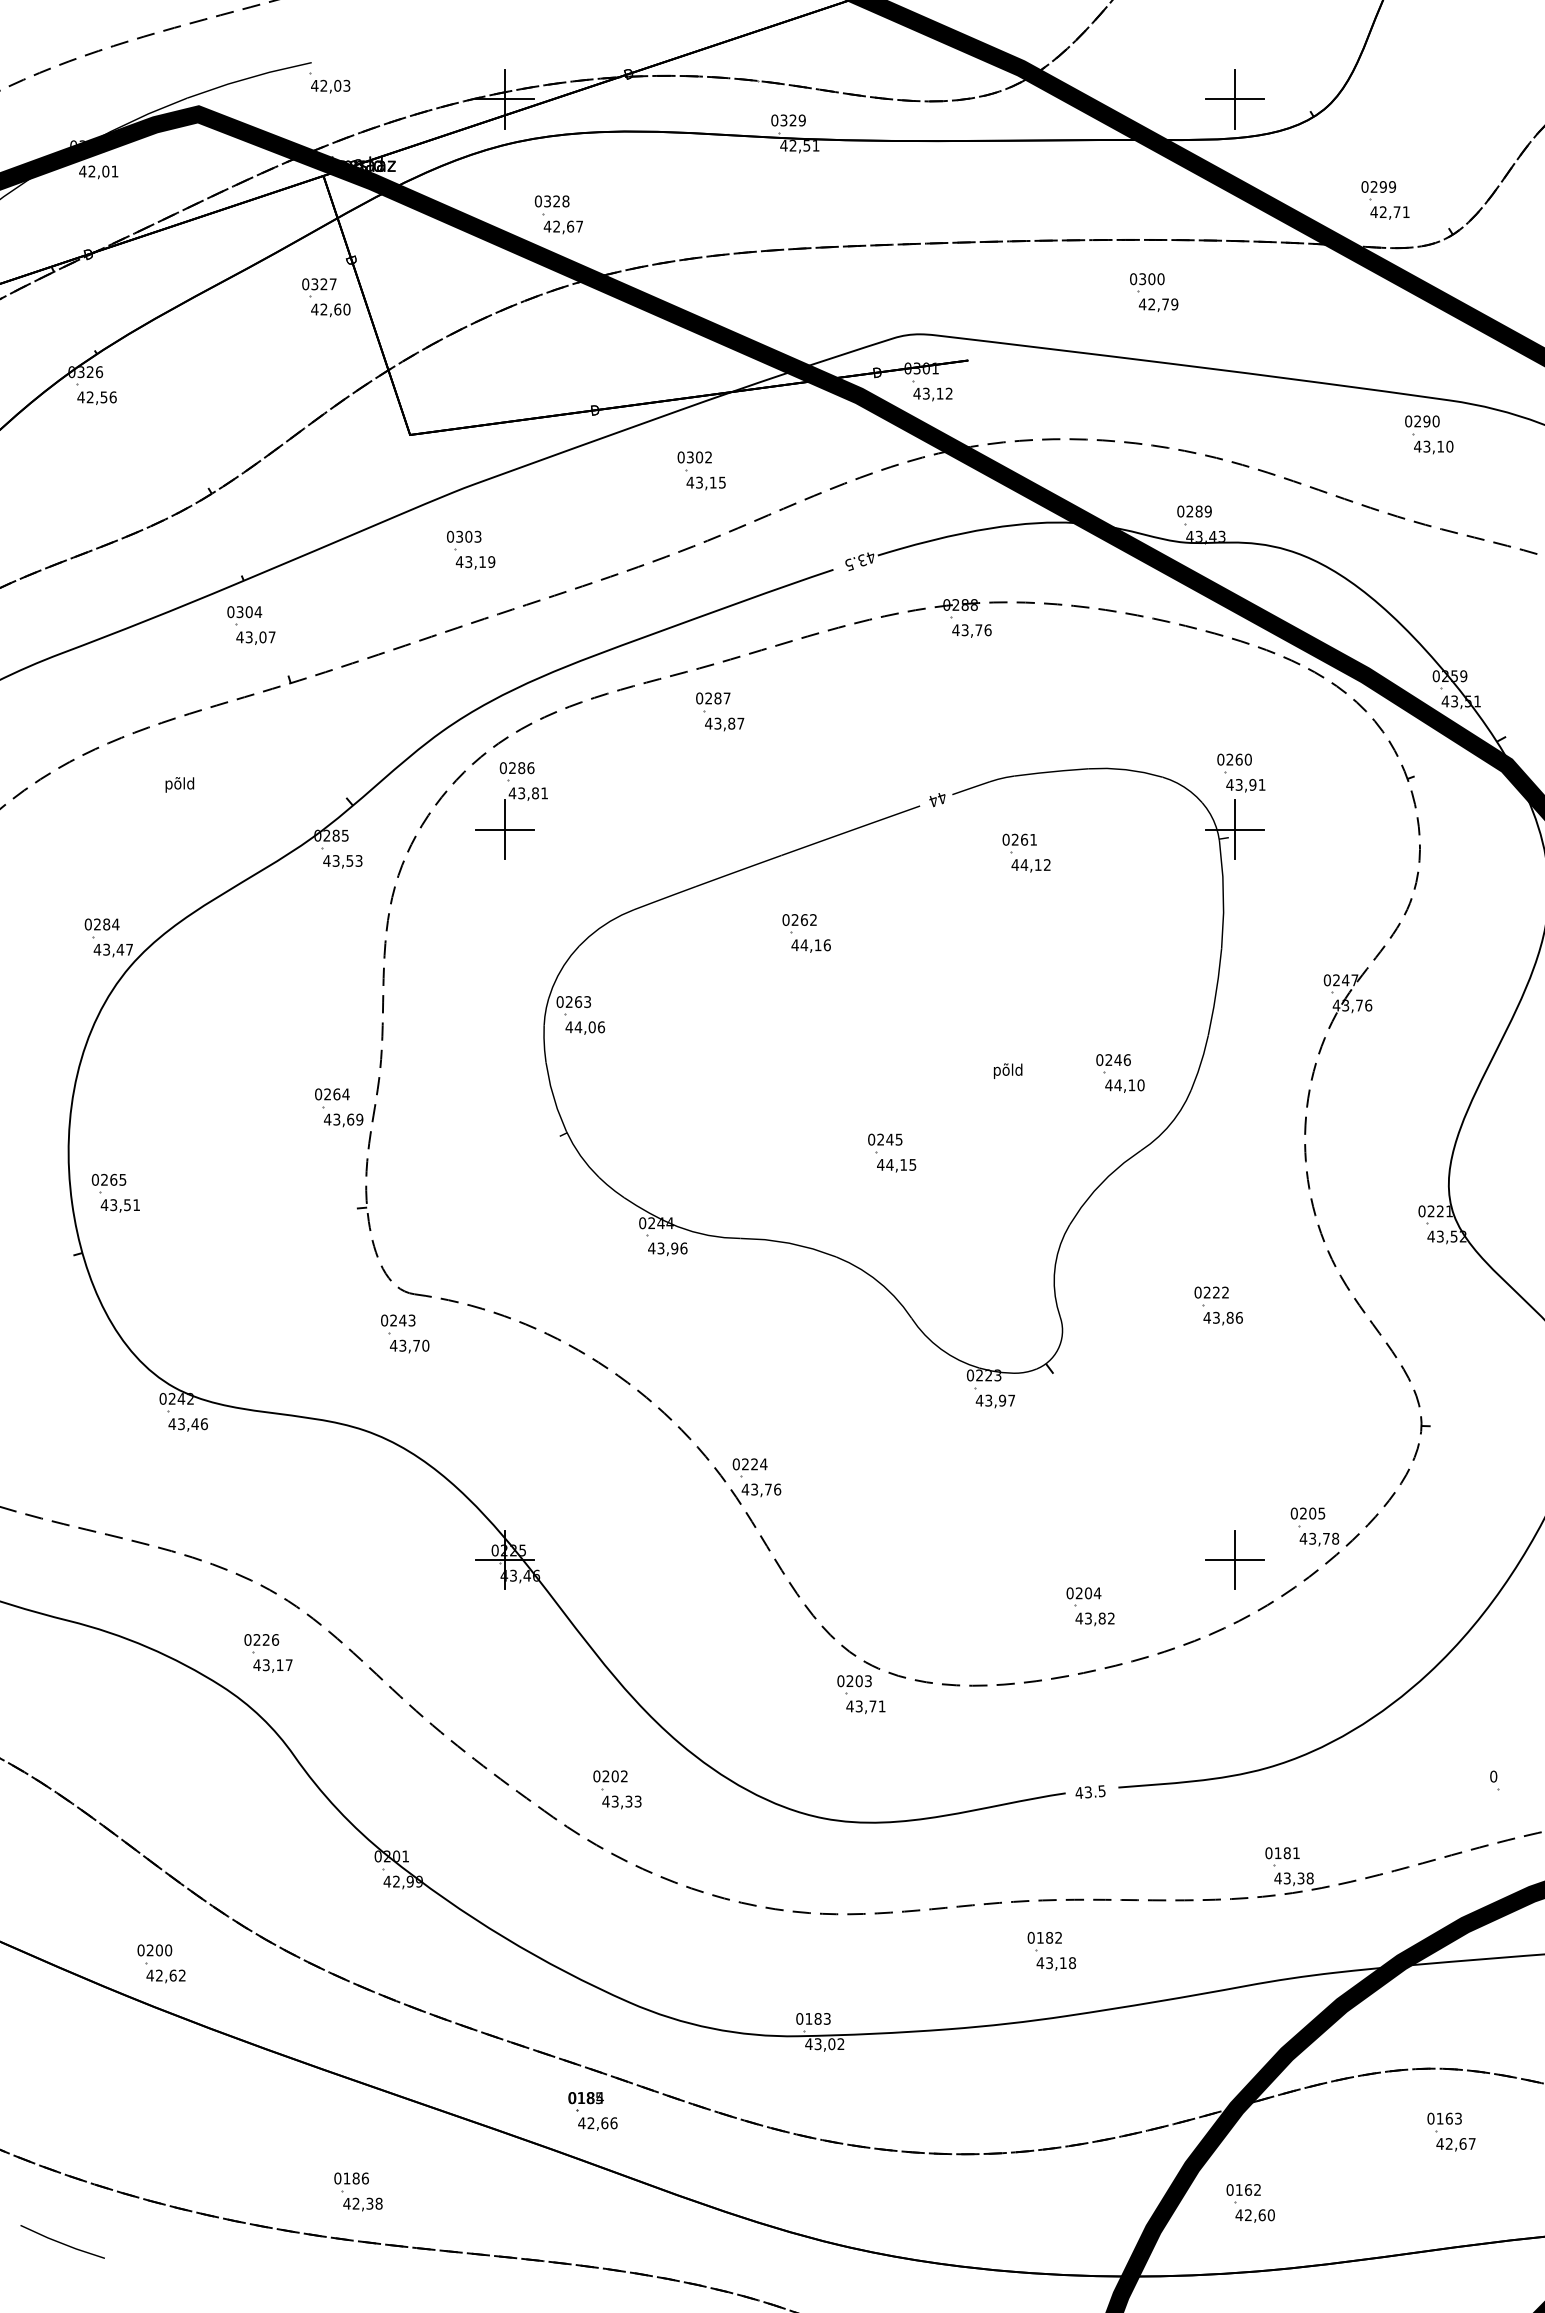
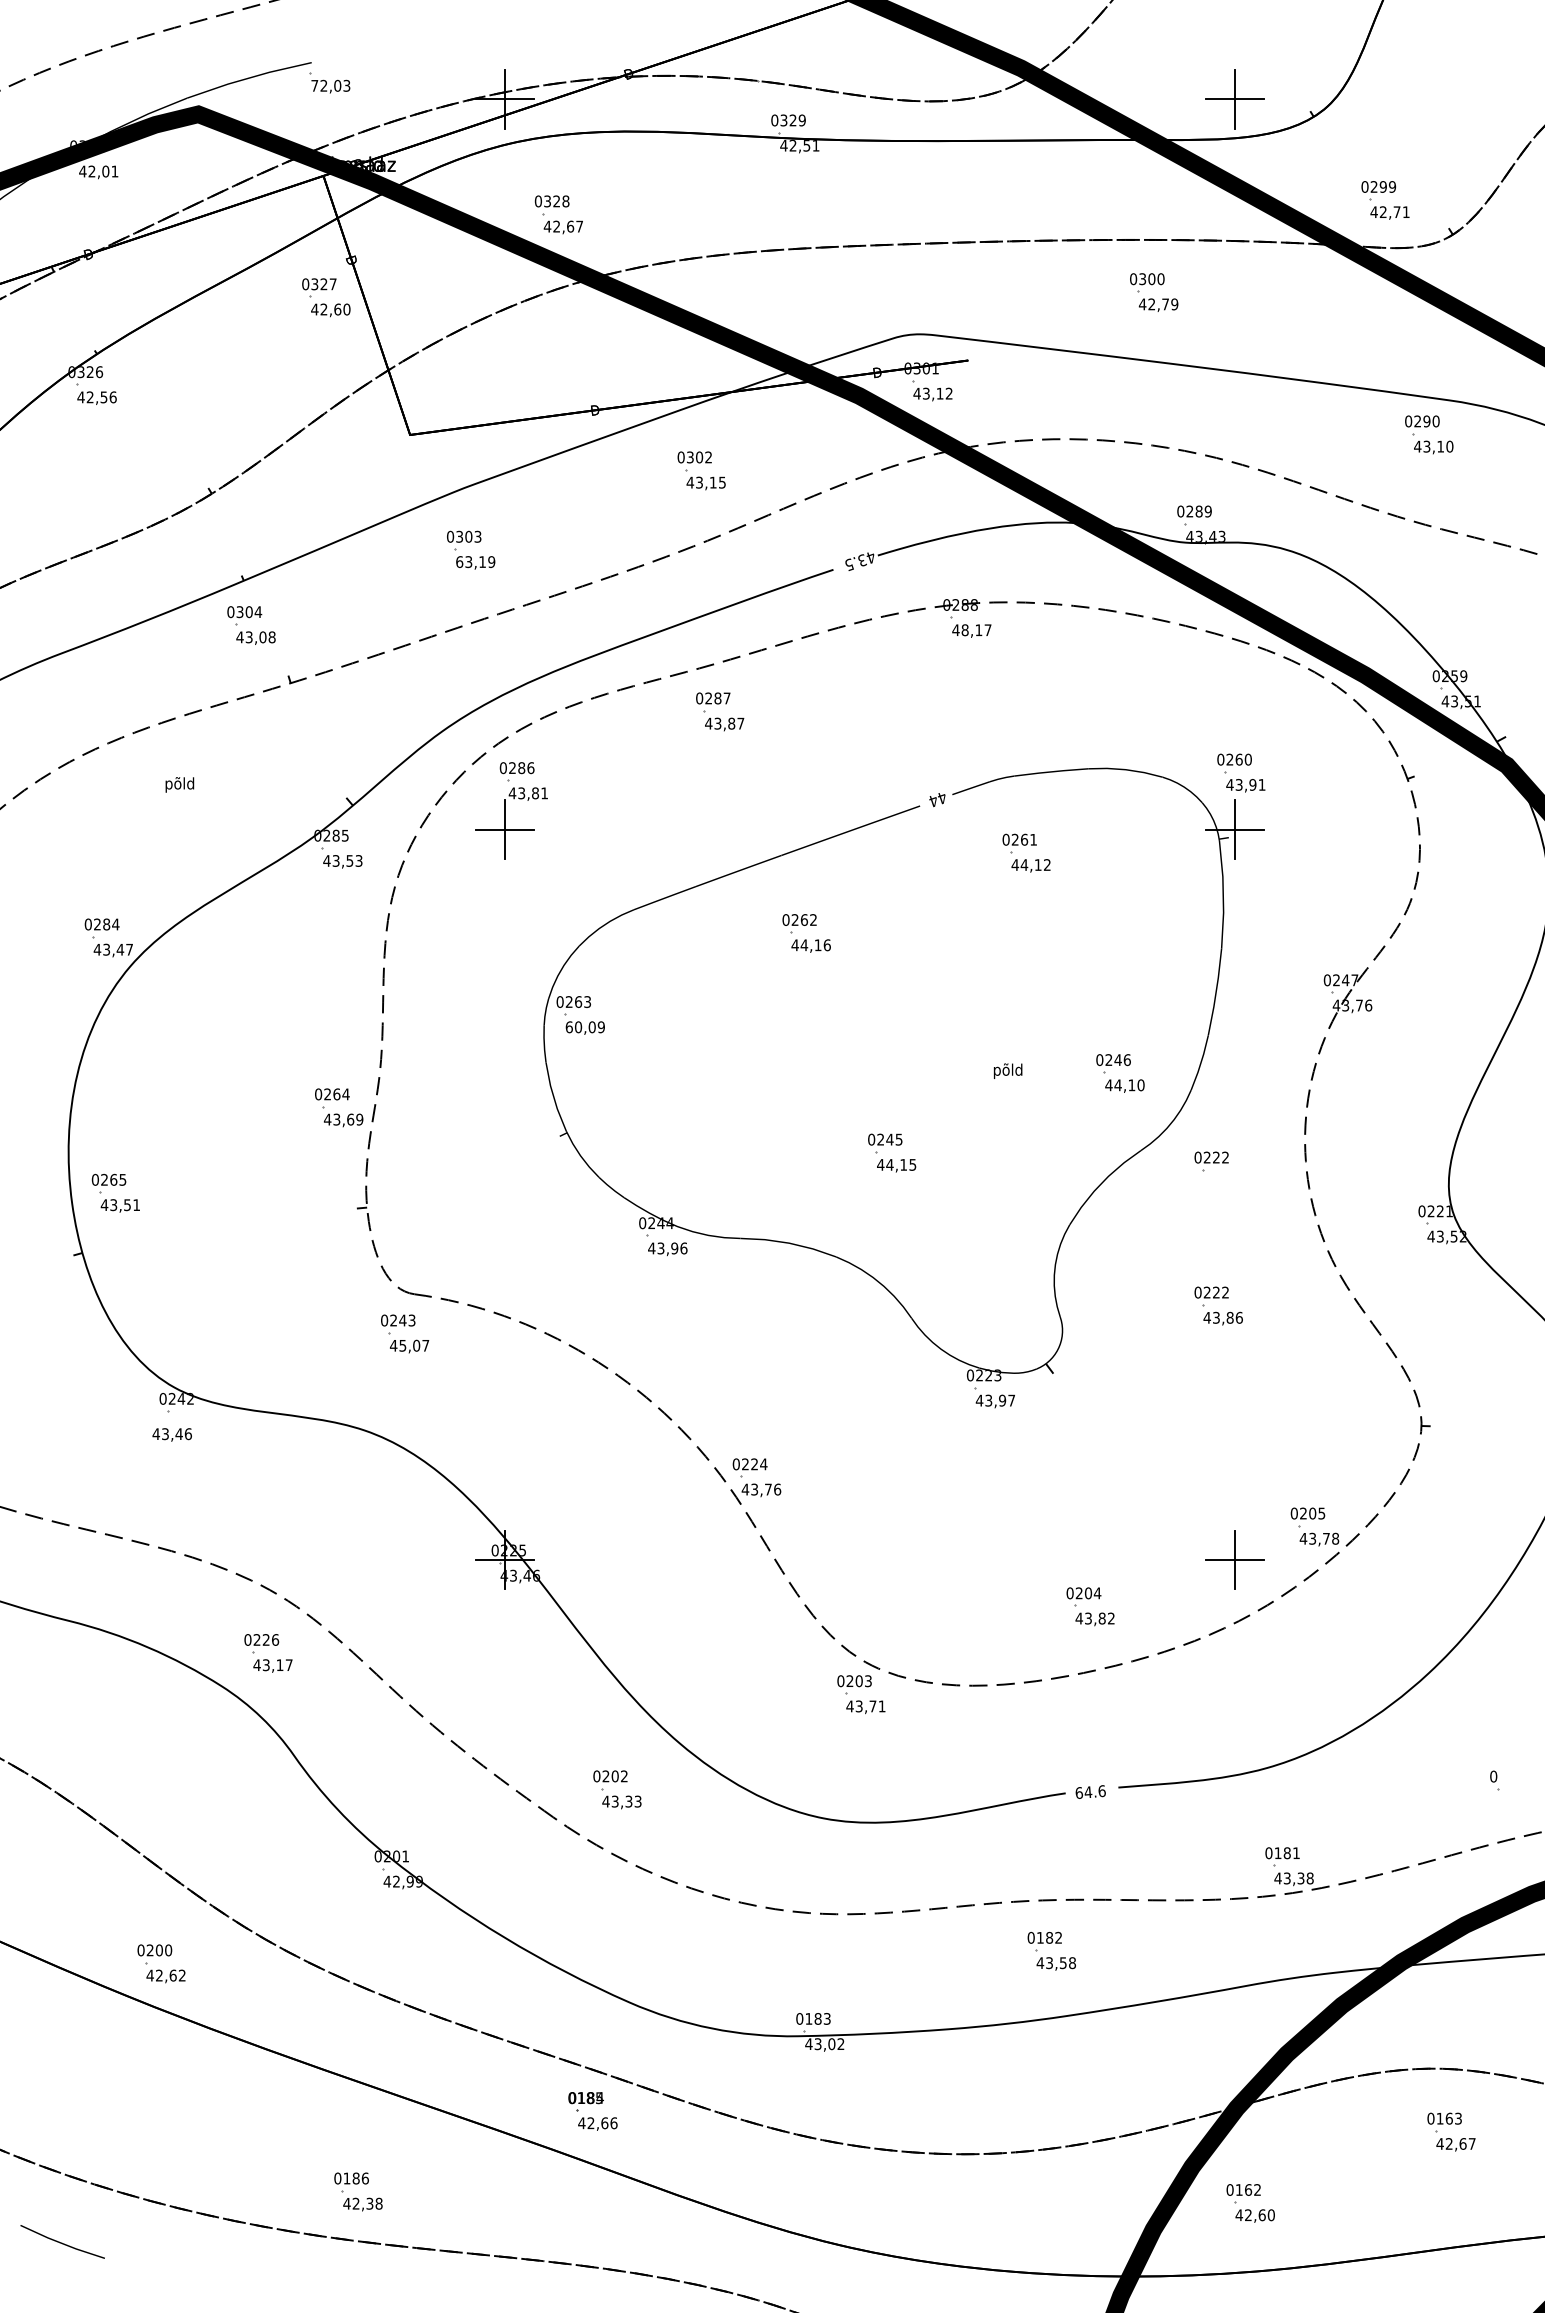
text at (314, 85): 42,03 -> 72,03
text at (459, 561): 43,19 -> 63,19
text at (976, 630): 43,76 -> 48,17
text at (271, 637): 43,07 -> 43,08
text at (585, 1027): 44,06 -> 60,09
part at (1211, 1161): none -> present
text at (414, 1345): 43,70 -> 45,07
text at (187, 1424) position: (187, 1424) -> (171, 1434)
text at (1090, 1791): 43.5 -> 64.6
text at (1063, 1963): 43,18 -> 43,58
